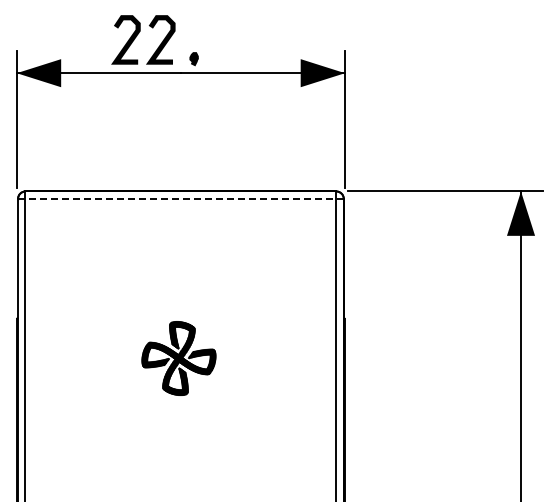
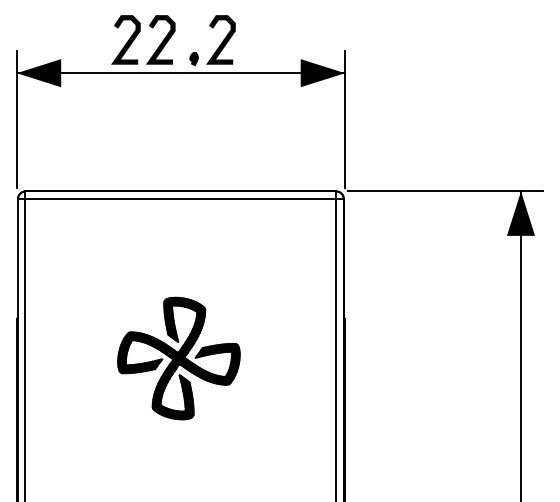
curve at (222, 41): none -> present
line at (180, 198): dashed -> solid
part at (178, 358) size: 76x75 px -> 124x125 px
